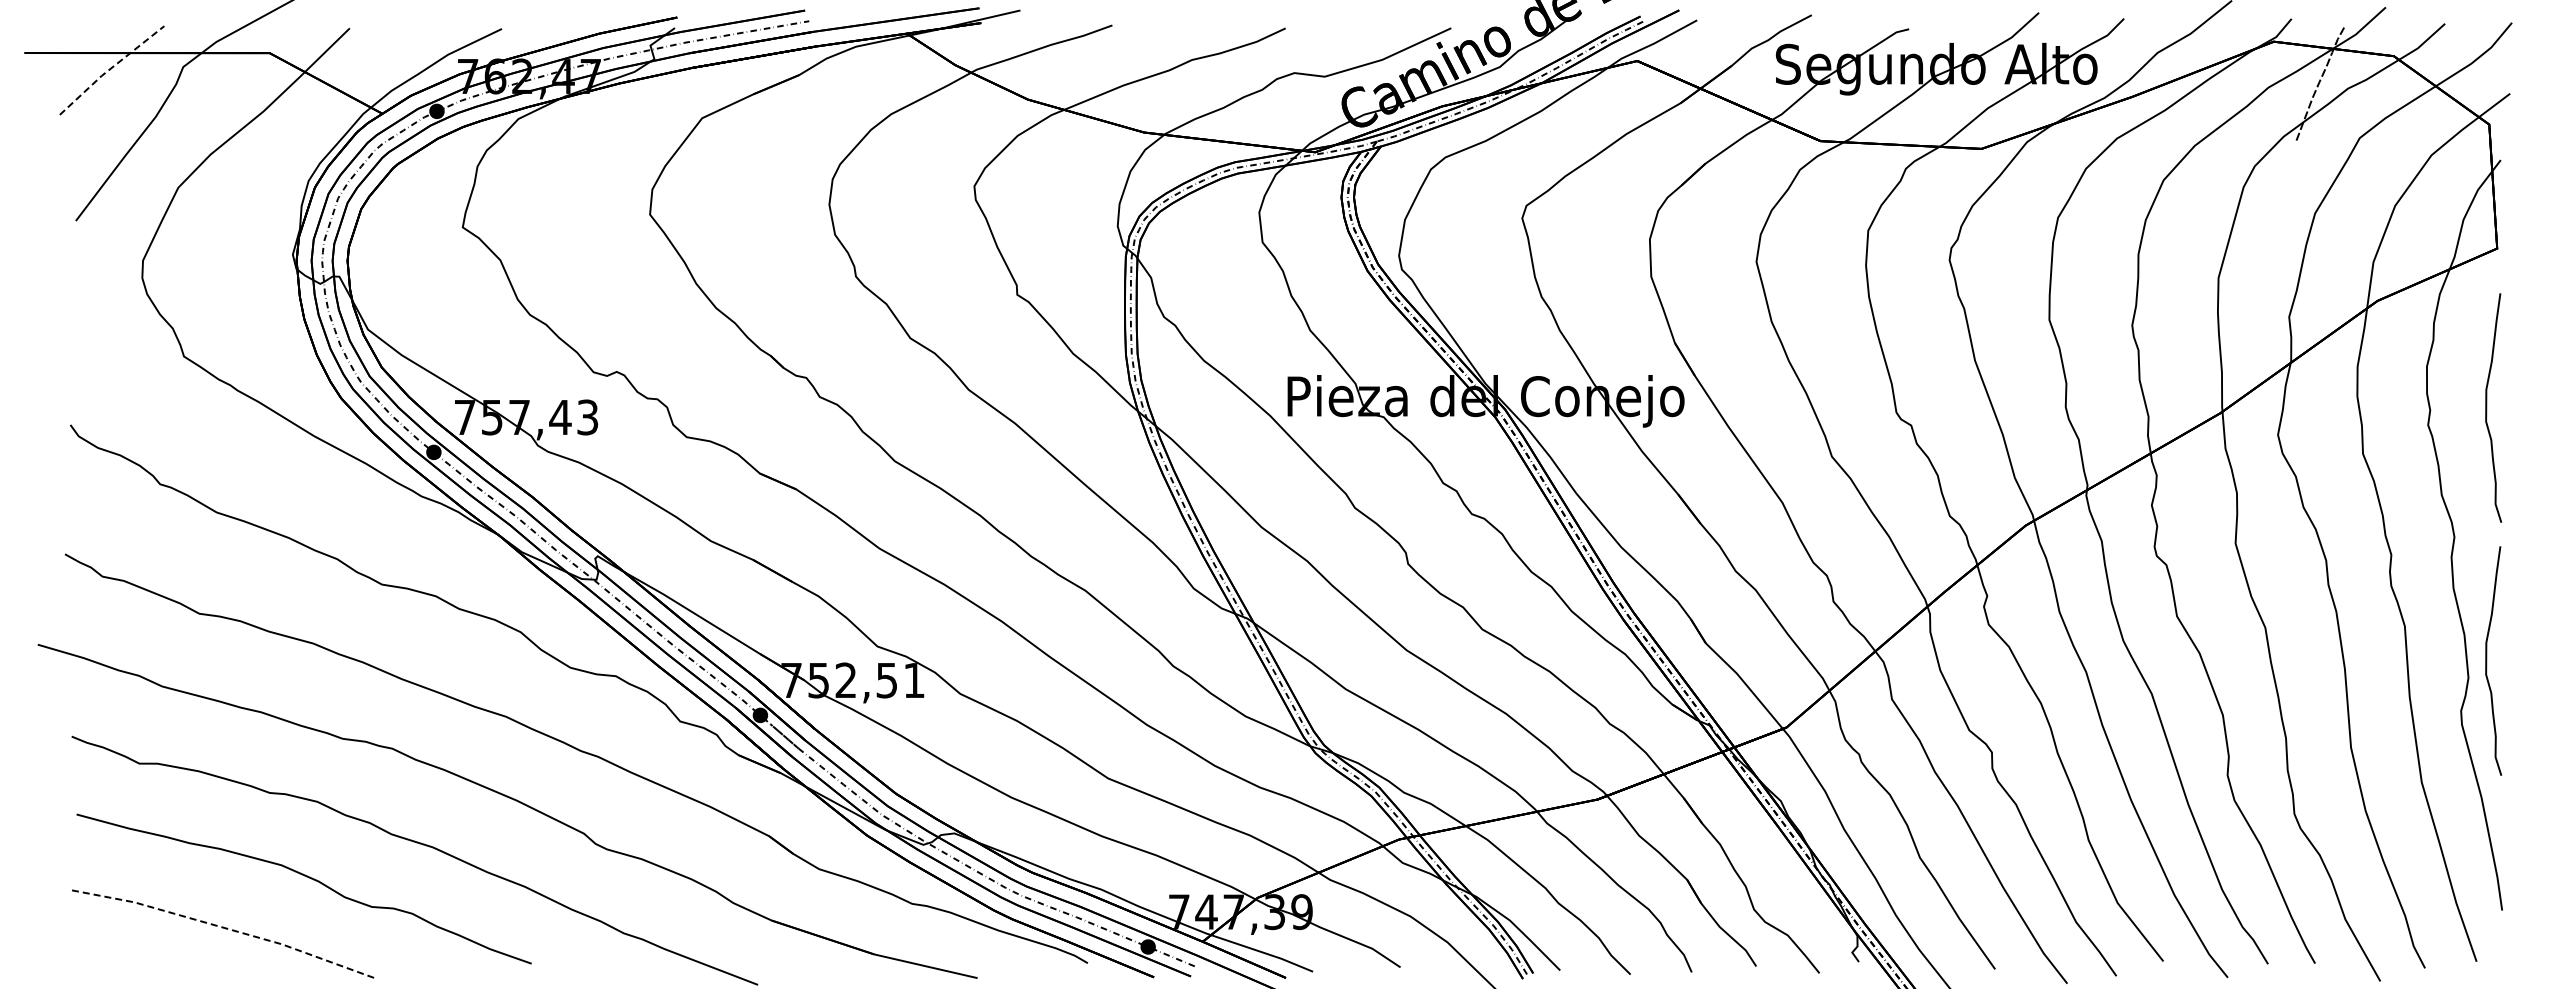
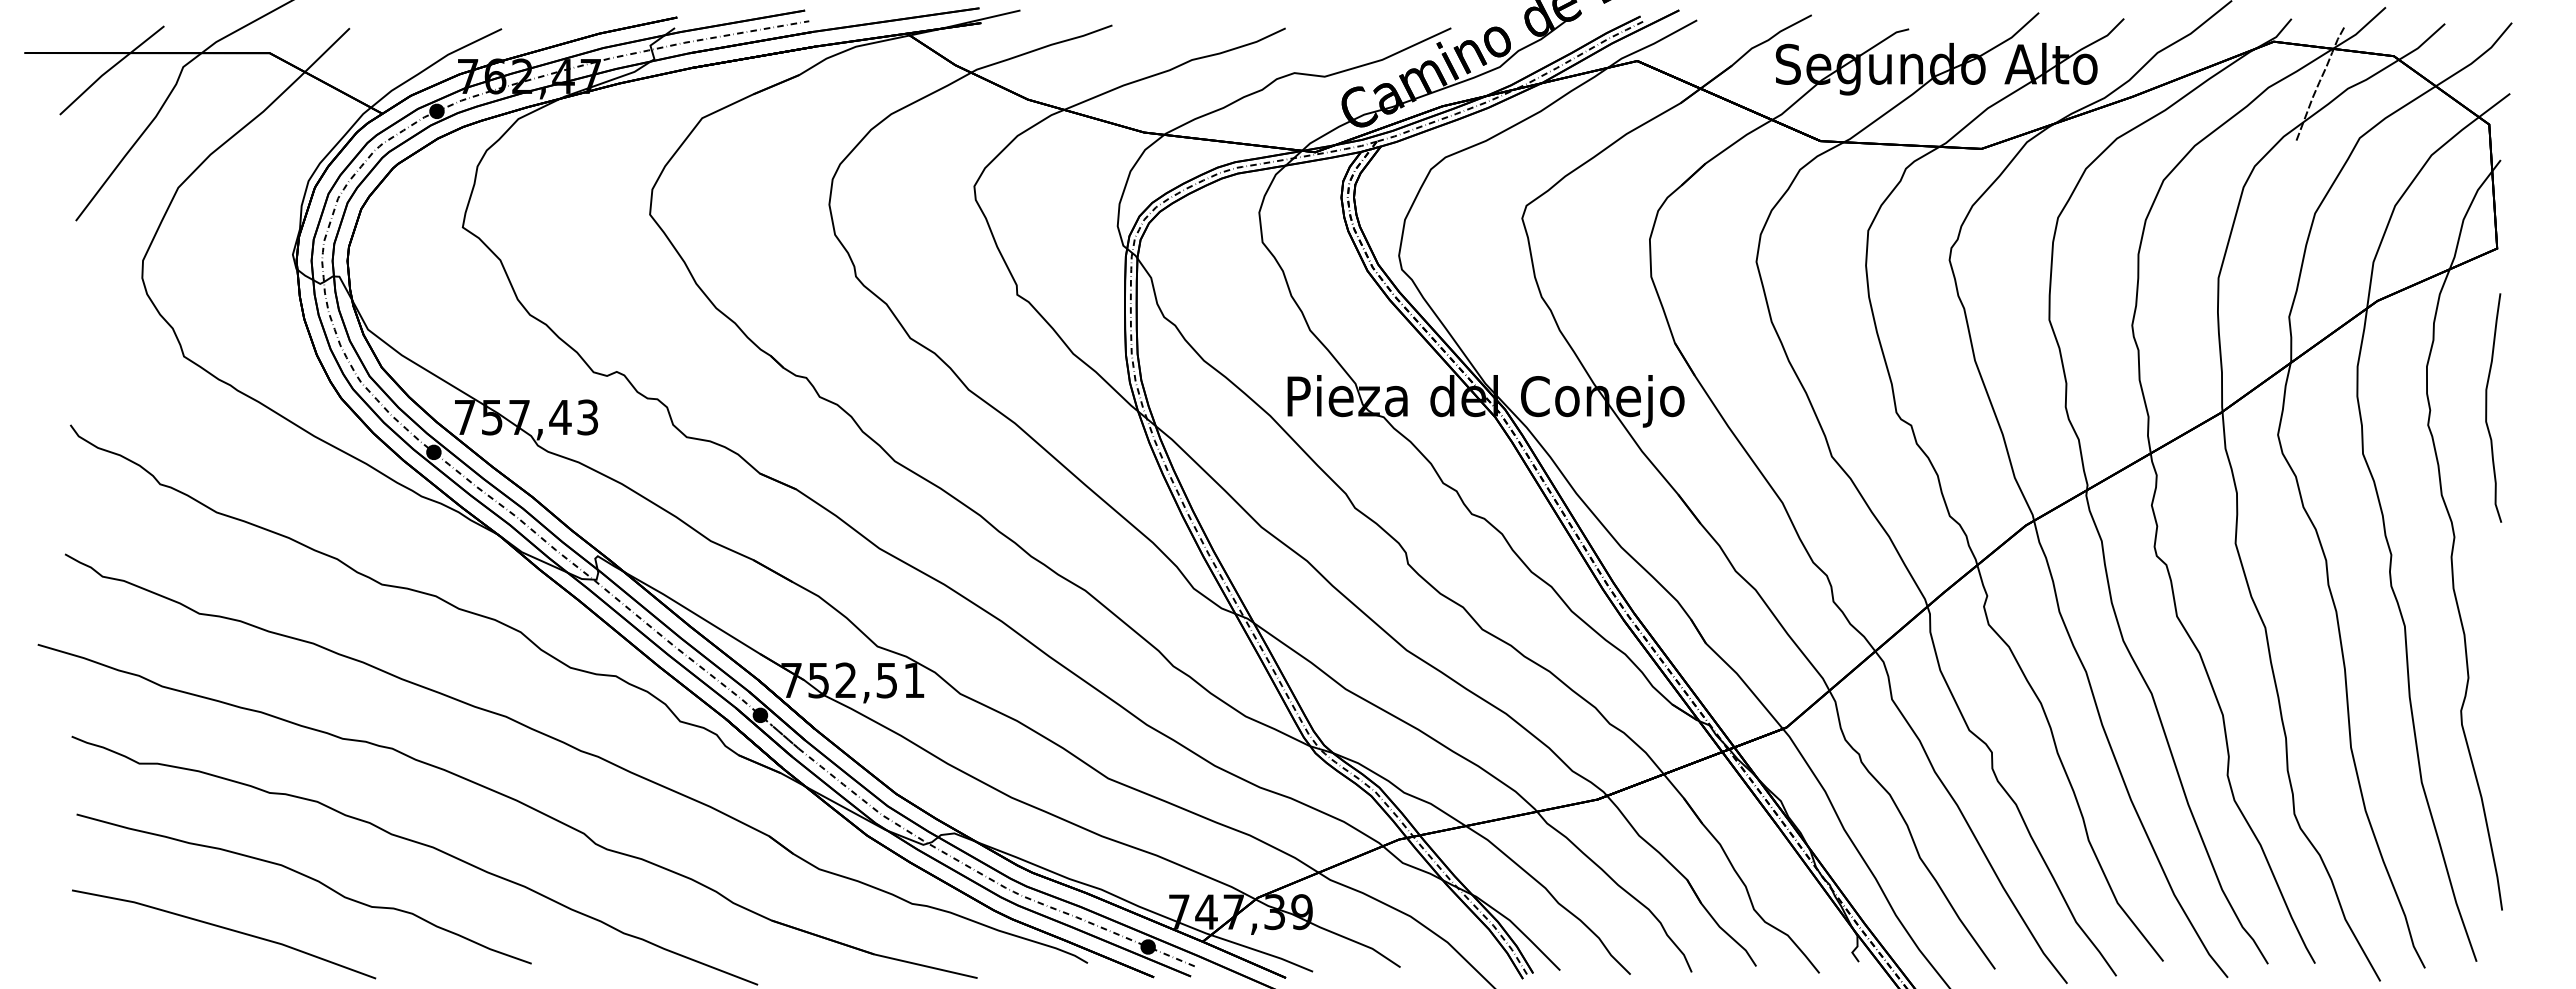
line at (110, 68): dashed -> solid
curve at (2487, 660): present -> none
line at (226, 928): dashed -> solid
